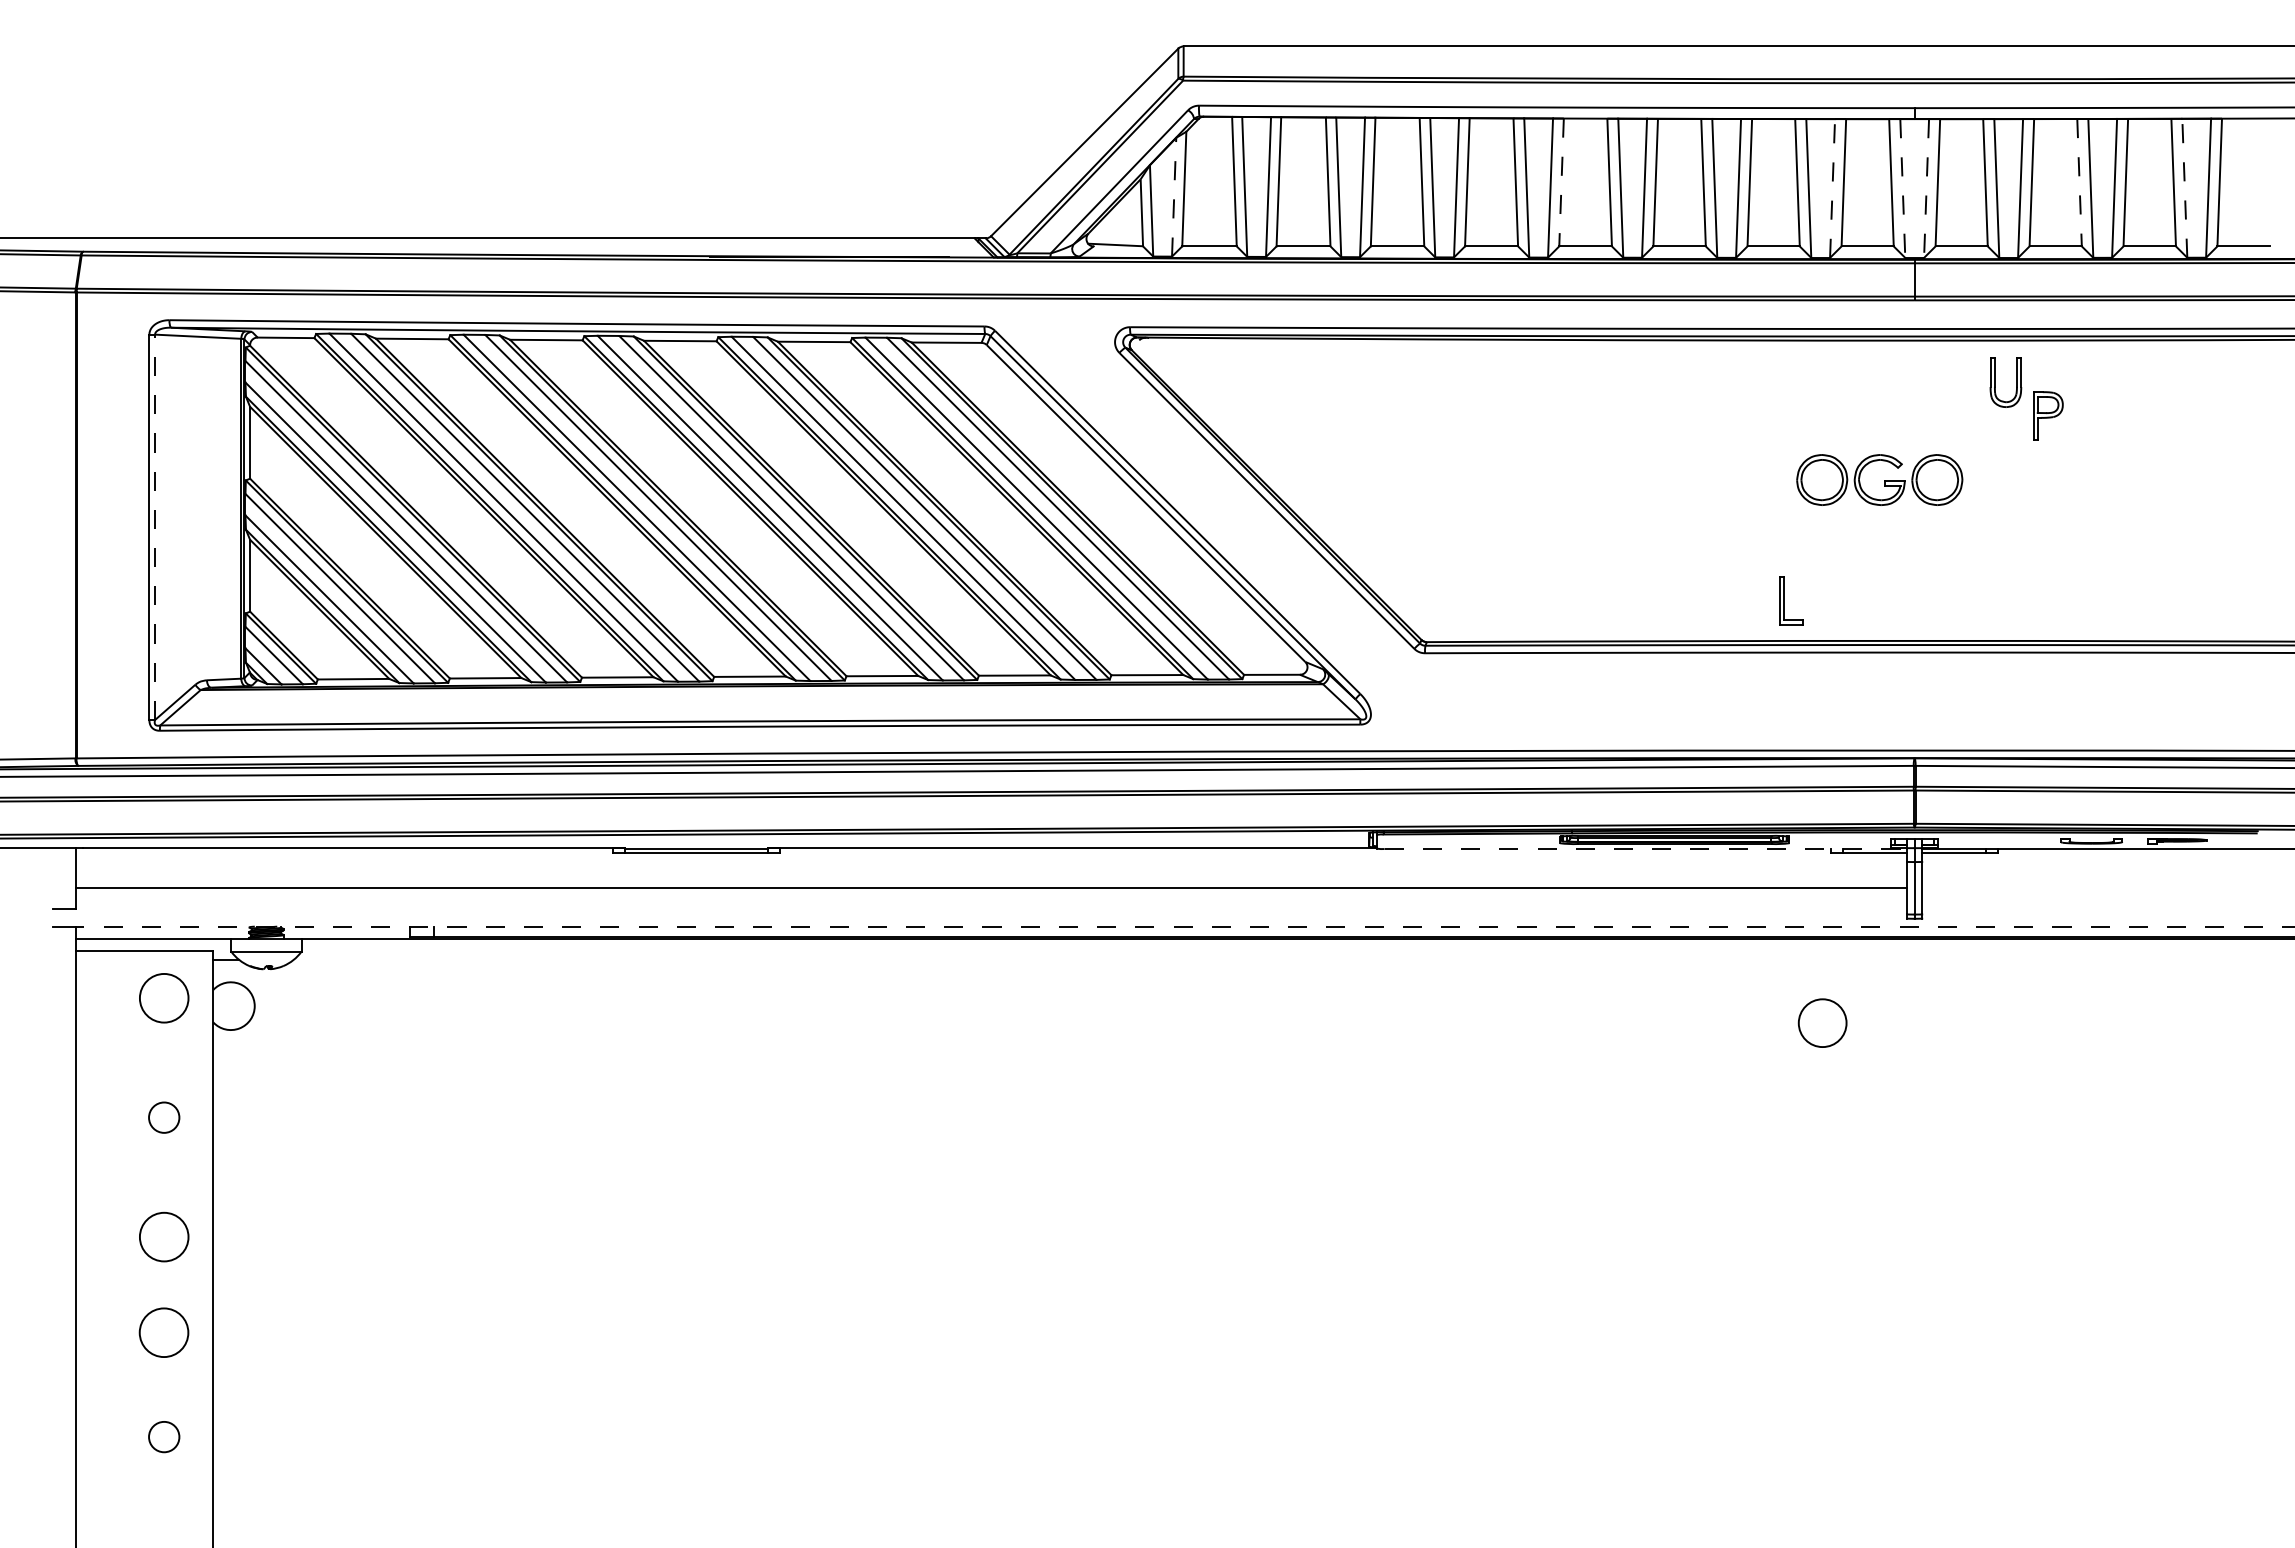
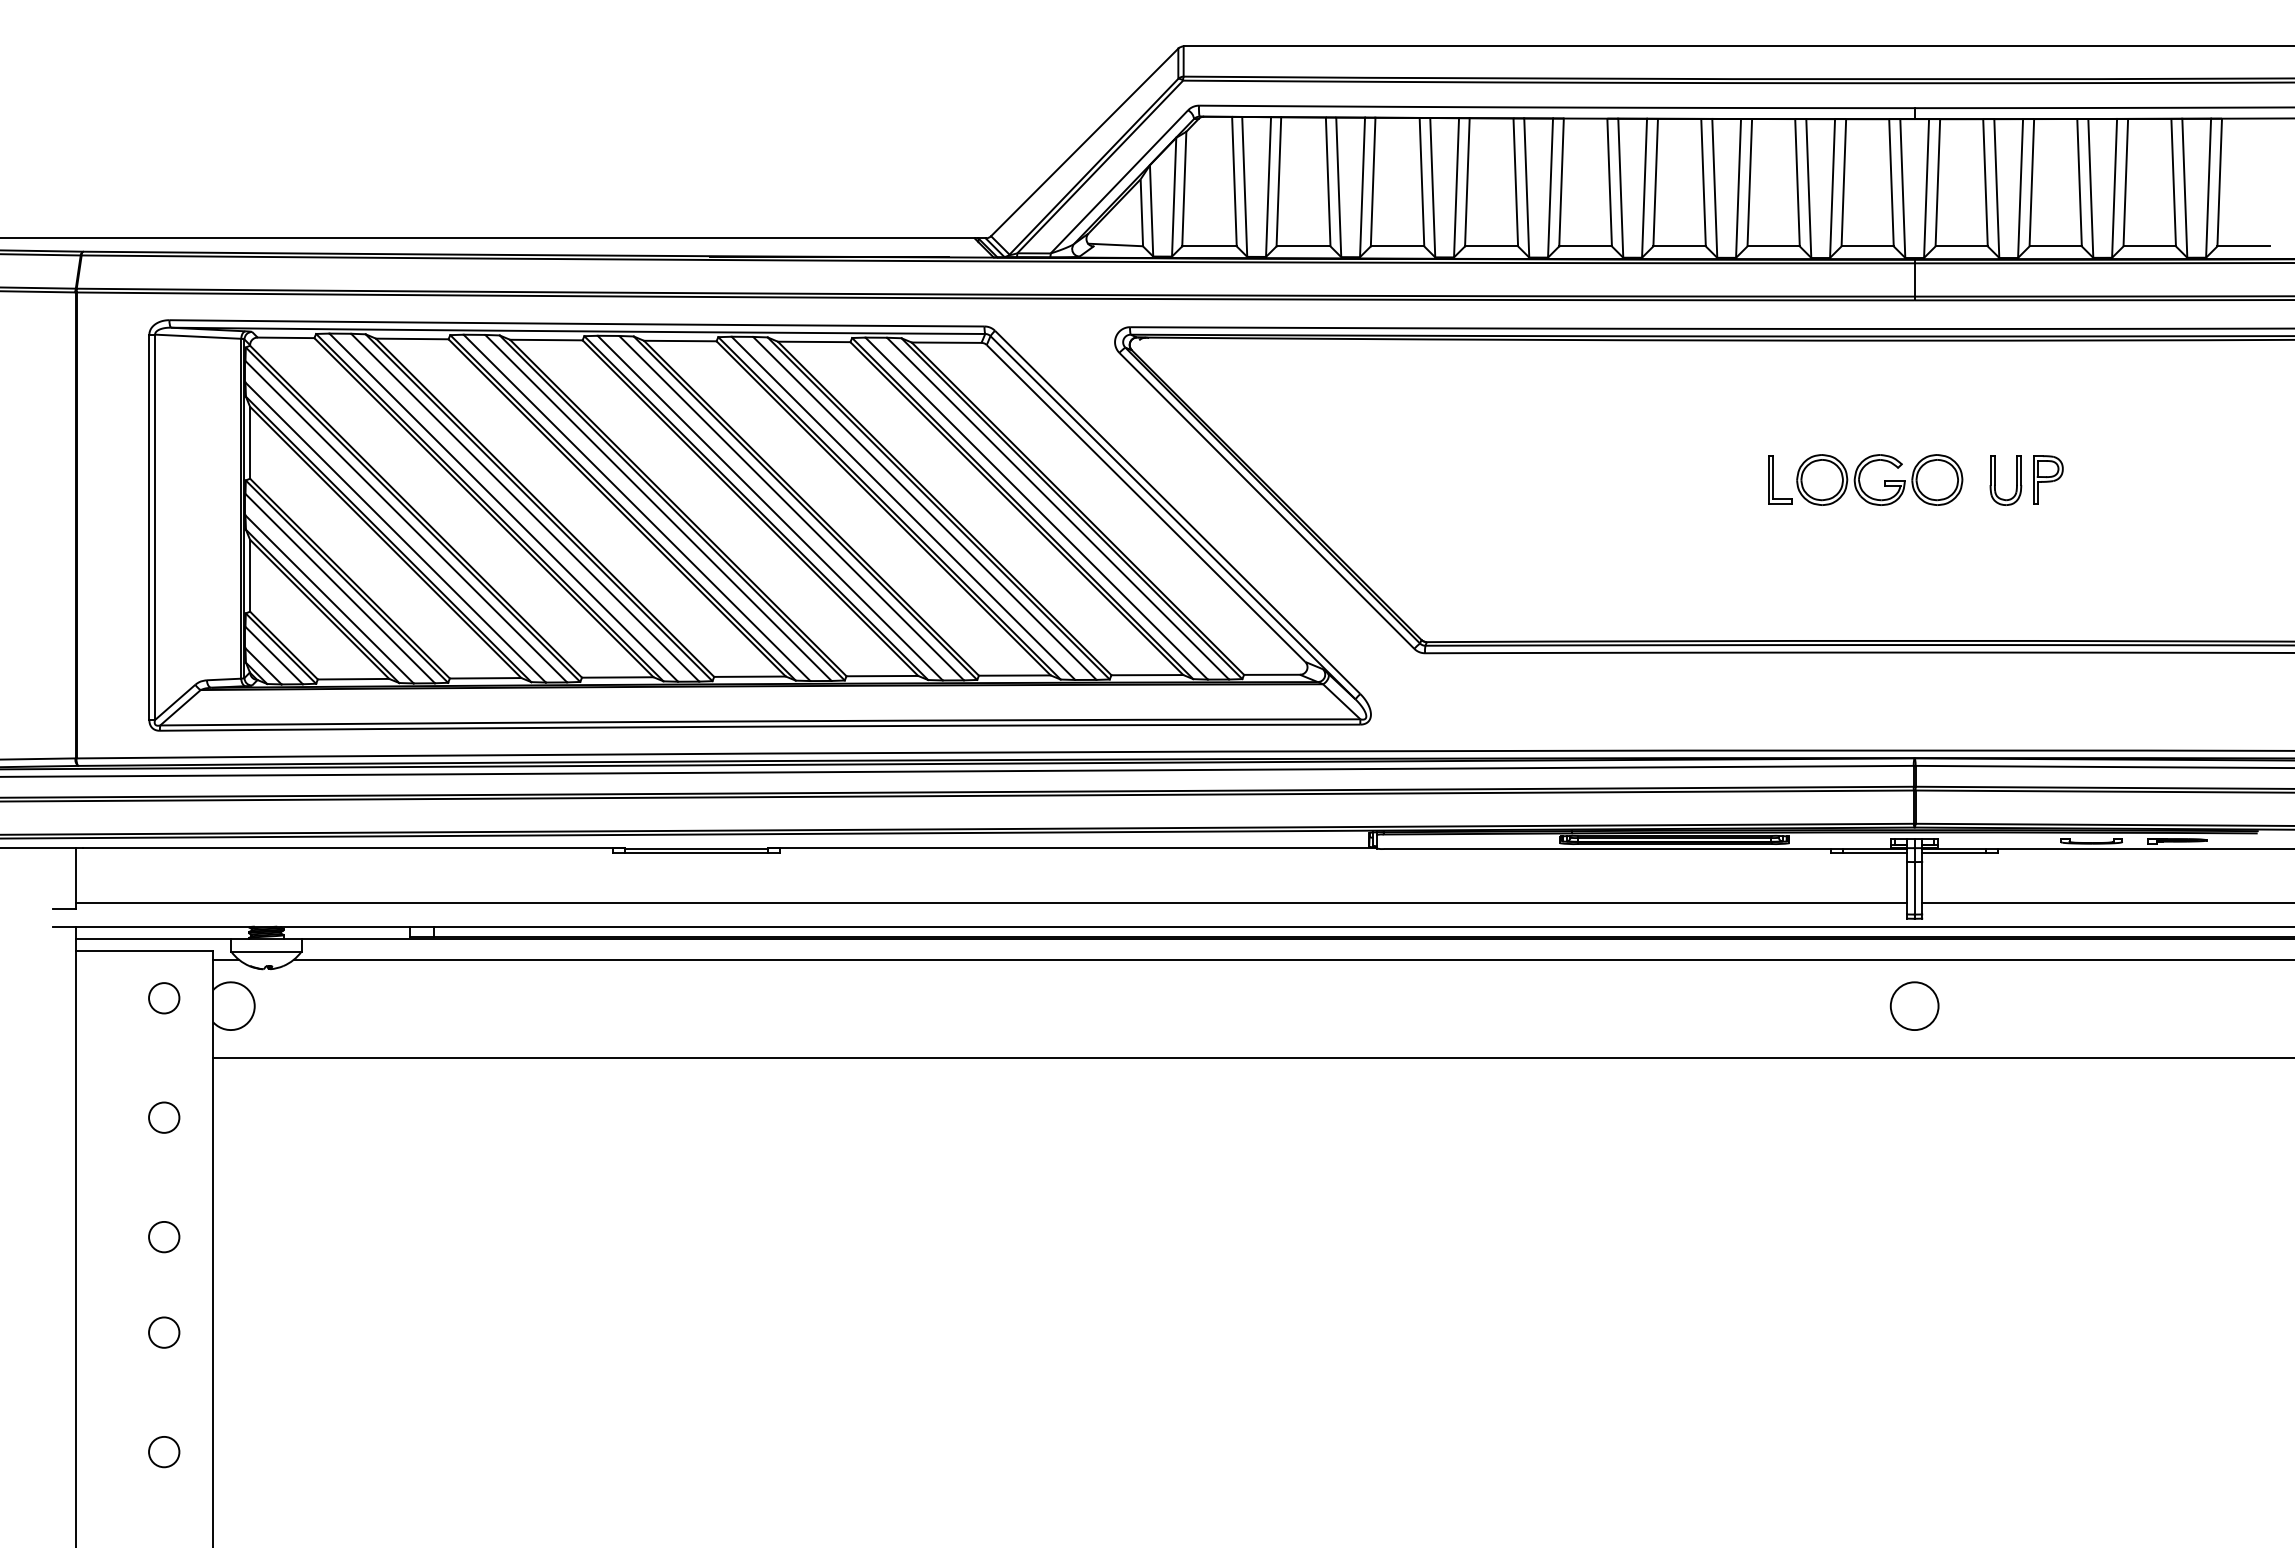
line at (1561, 182): dashed -> solid
line at (2079, 182): dashed -> solid
line at (1832, 188): dashed -> solid
line at (2184, 188): dashed -> solid
line at (1902, 189): dashed -> solid
line at (1926, 189): dashed -> solid
line at (1174, 196): dashed -> solid
part at (1995, 382) position: (1995, 382) -> (1995, 480)
part at (2048, 415) position: (2048, 415) -> (2048, 479)
line at (155, 527): dashed -> solid
part at (1784, 600) position: (1784, 600) -> (1773, 479)
line at (1646, 849): dashed -> solid
line at (991, 888) position: (991, 888) -> (991, 903)
line at (2106, 903): none -> present
line at (1185, 926): dashed -> solid
line at (1292, 959): none -> present
circle at (163, 997) diameter: 49 px -> 30 px
circle at (1822, 1022) position: (1822, 1022) -> (1914, 1005)
line at (1252, 1057): none -> present
circle at (163, 1236) diameter: 49 px -> 30 px
circle at (163, 1332) size: 52x51 px -> 33x33 px
circle at (164, 1437) position: (164, 1437) -> (164, 1452)
